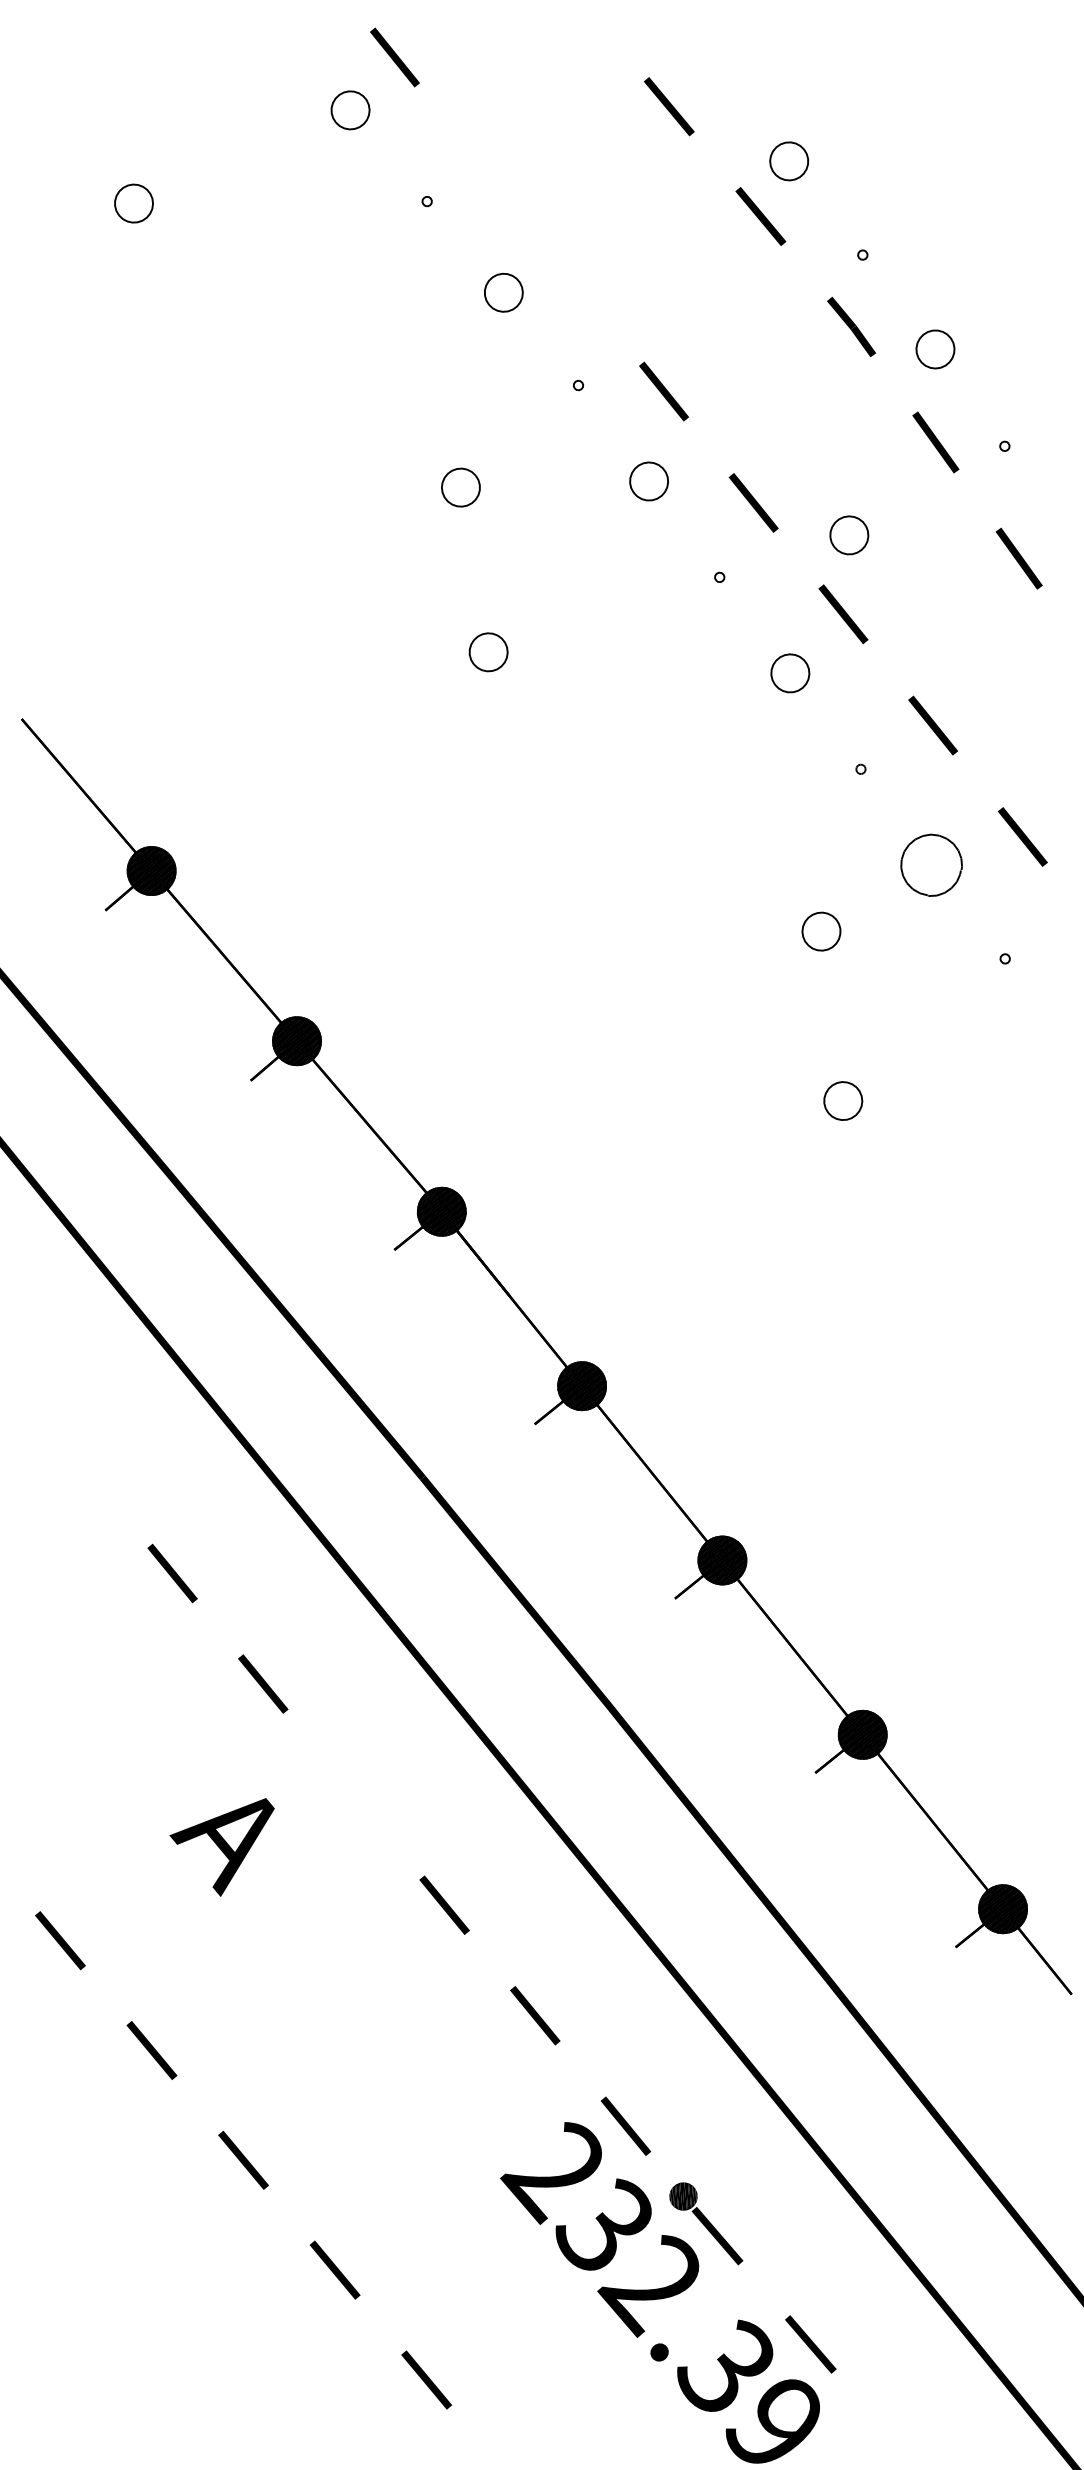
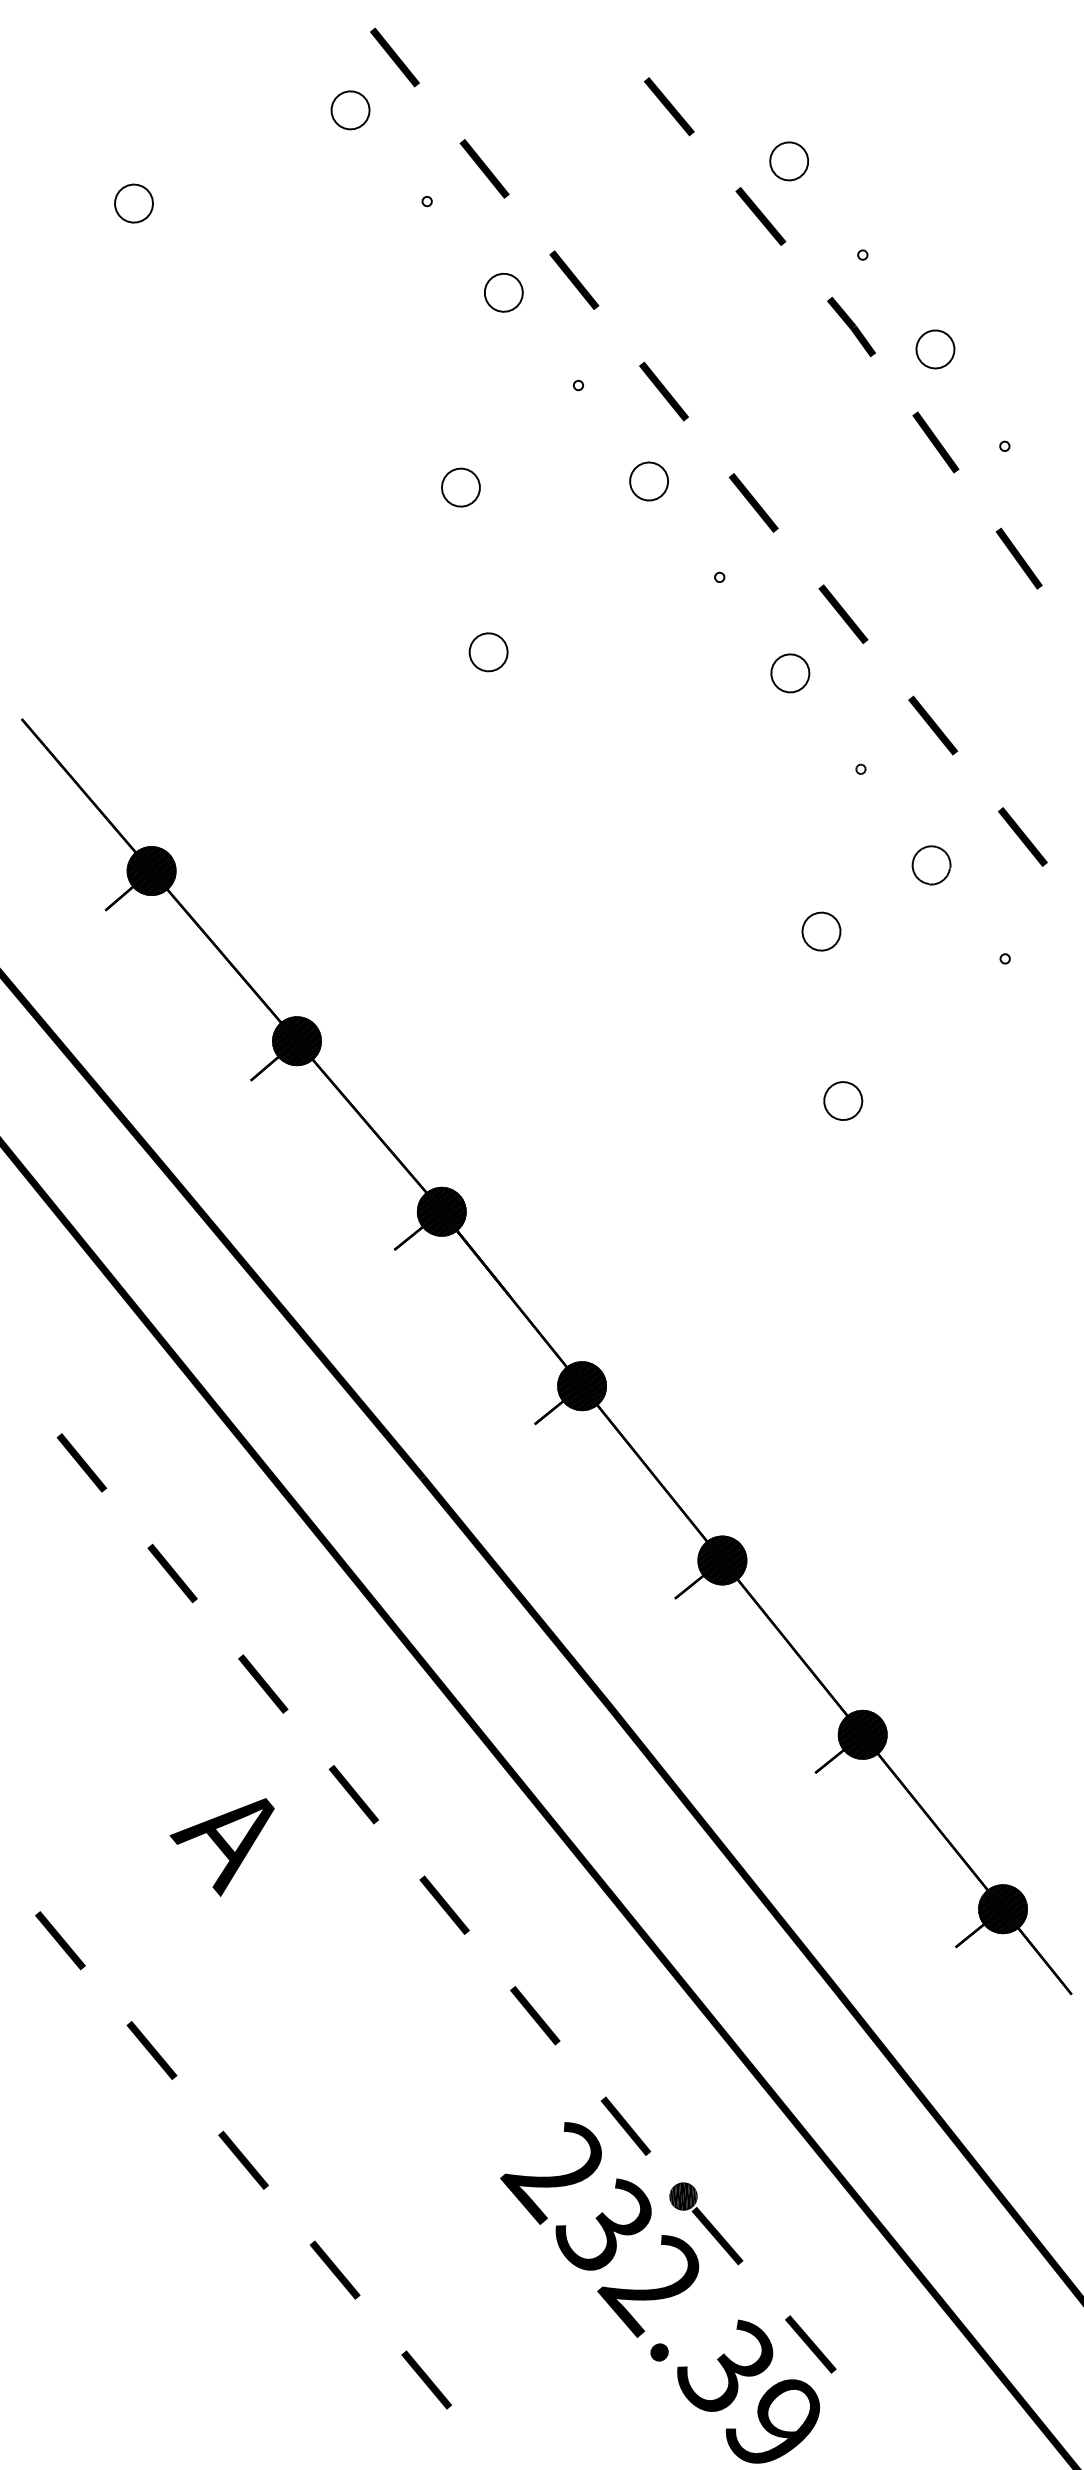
line at (484, 168): none -> present
line at (574, 279): none -> present
part at (849, 535): present -> none
part at (931, 864) size: 63x64 px -> 41x41 px
line at (81, 1462): none -> present
line at (353, 1794): none -> present
